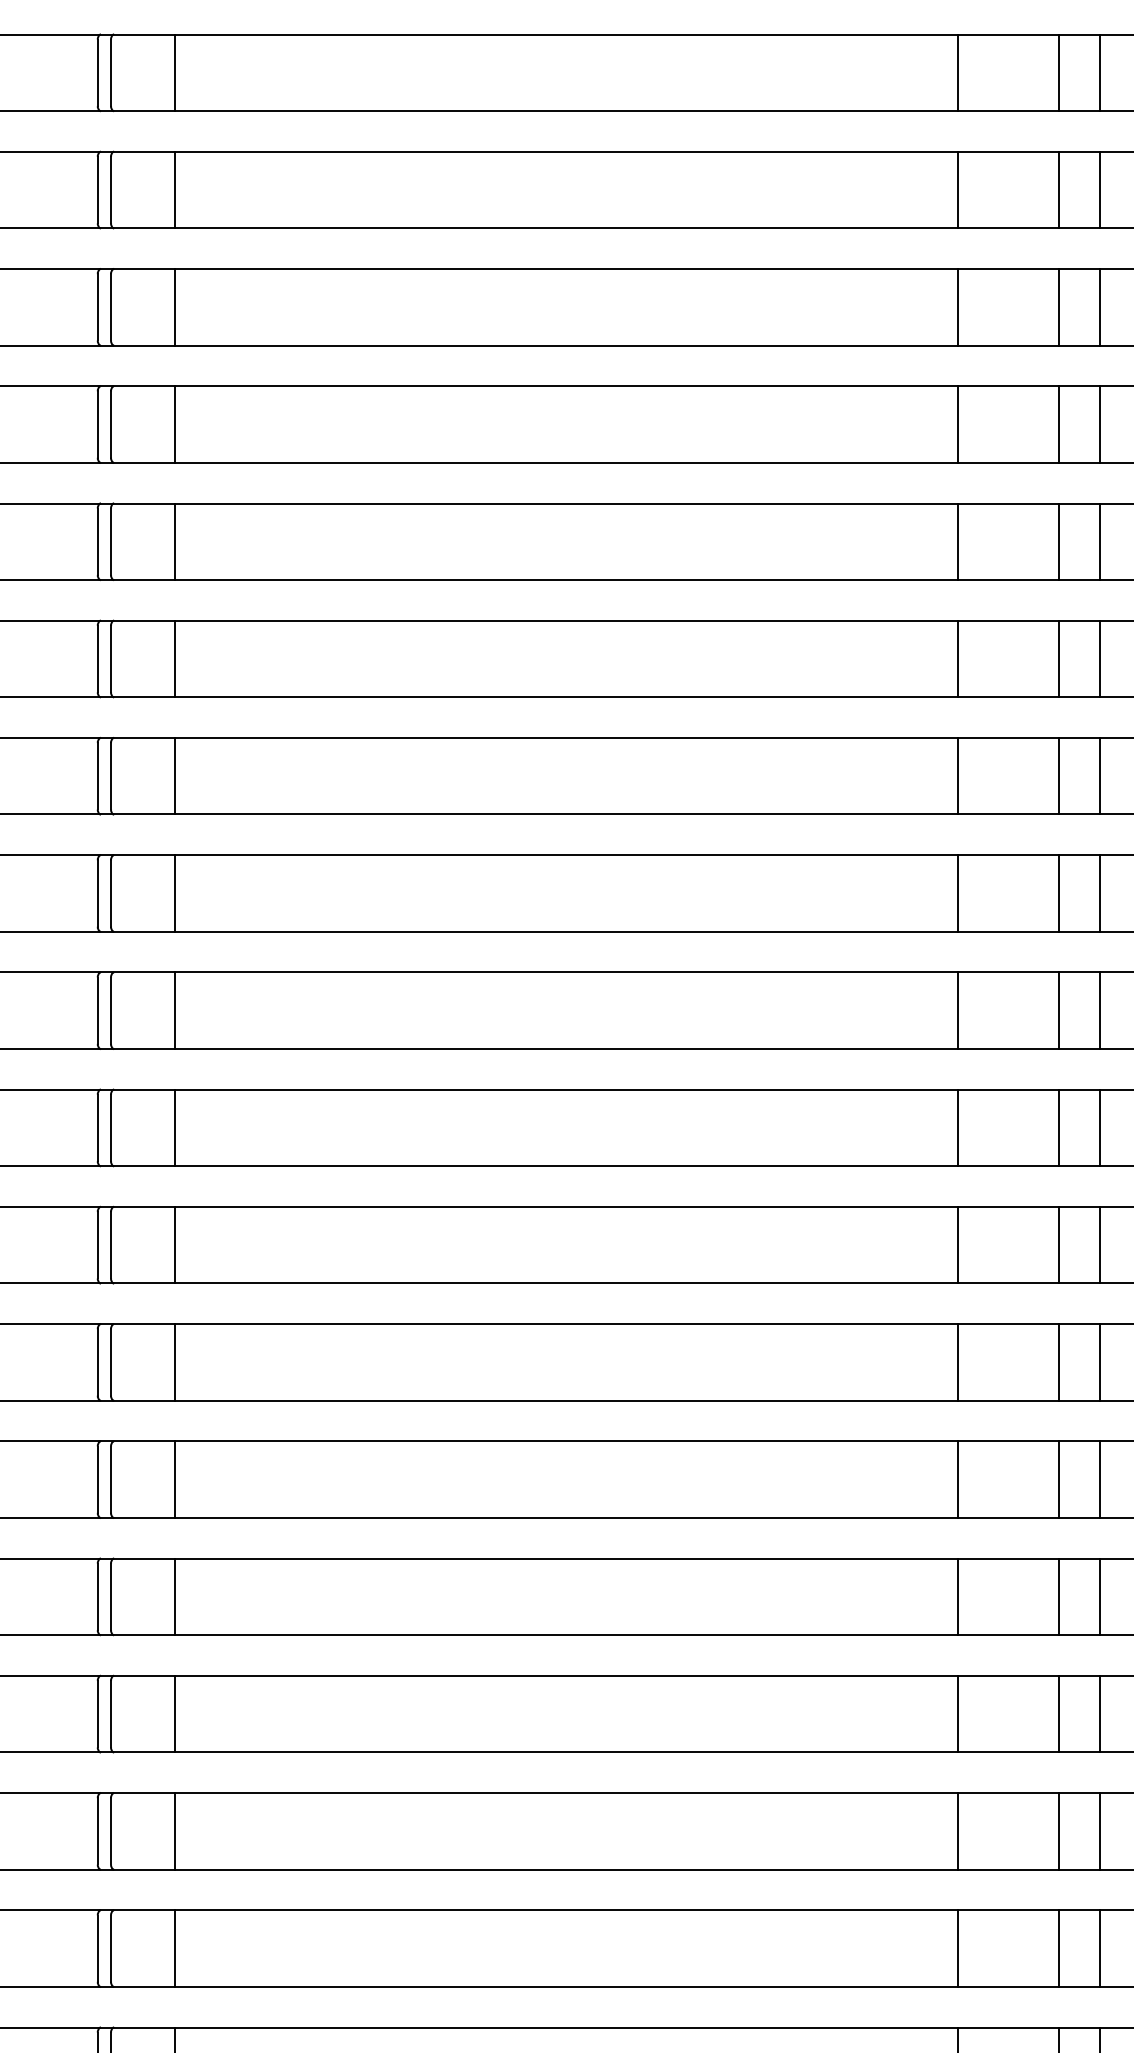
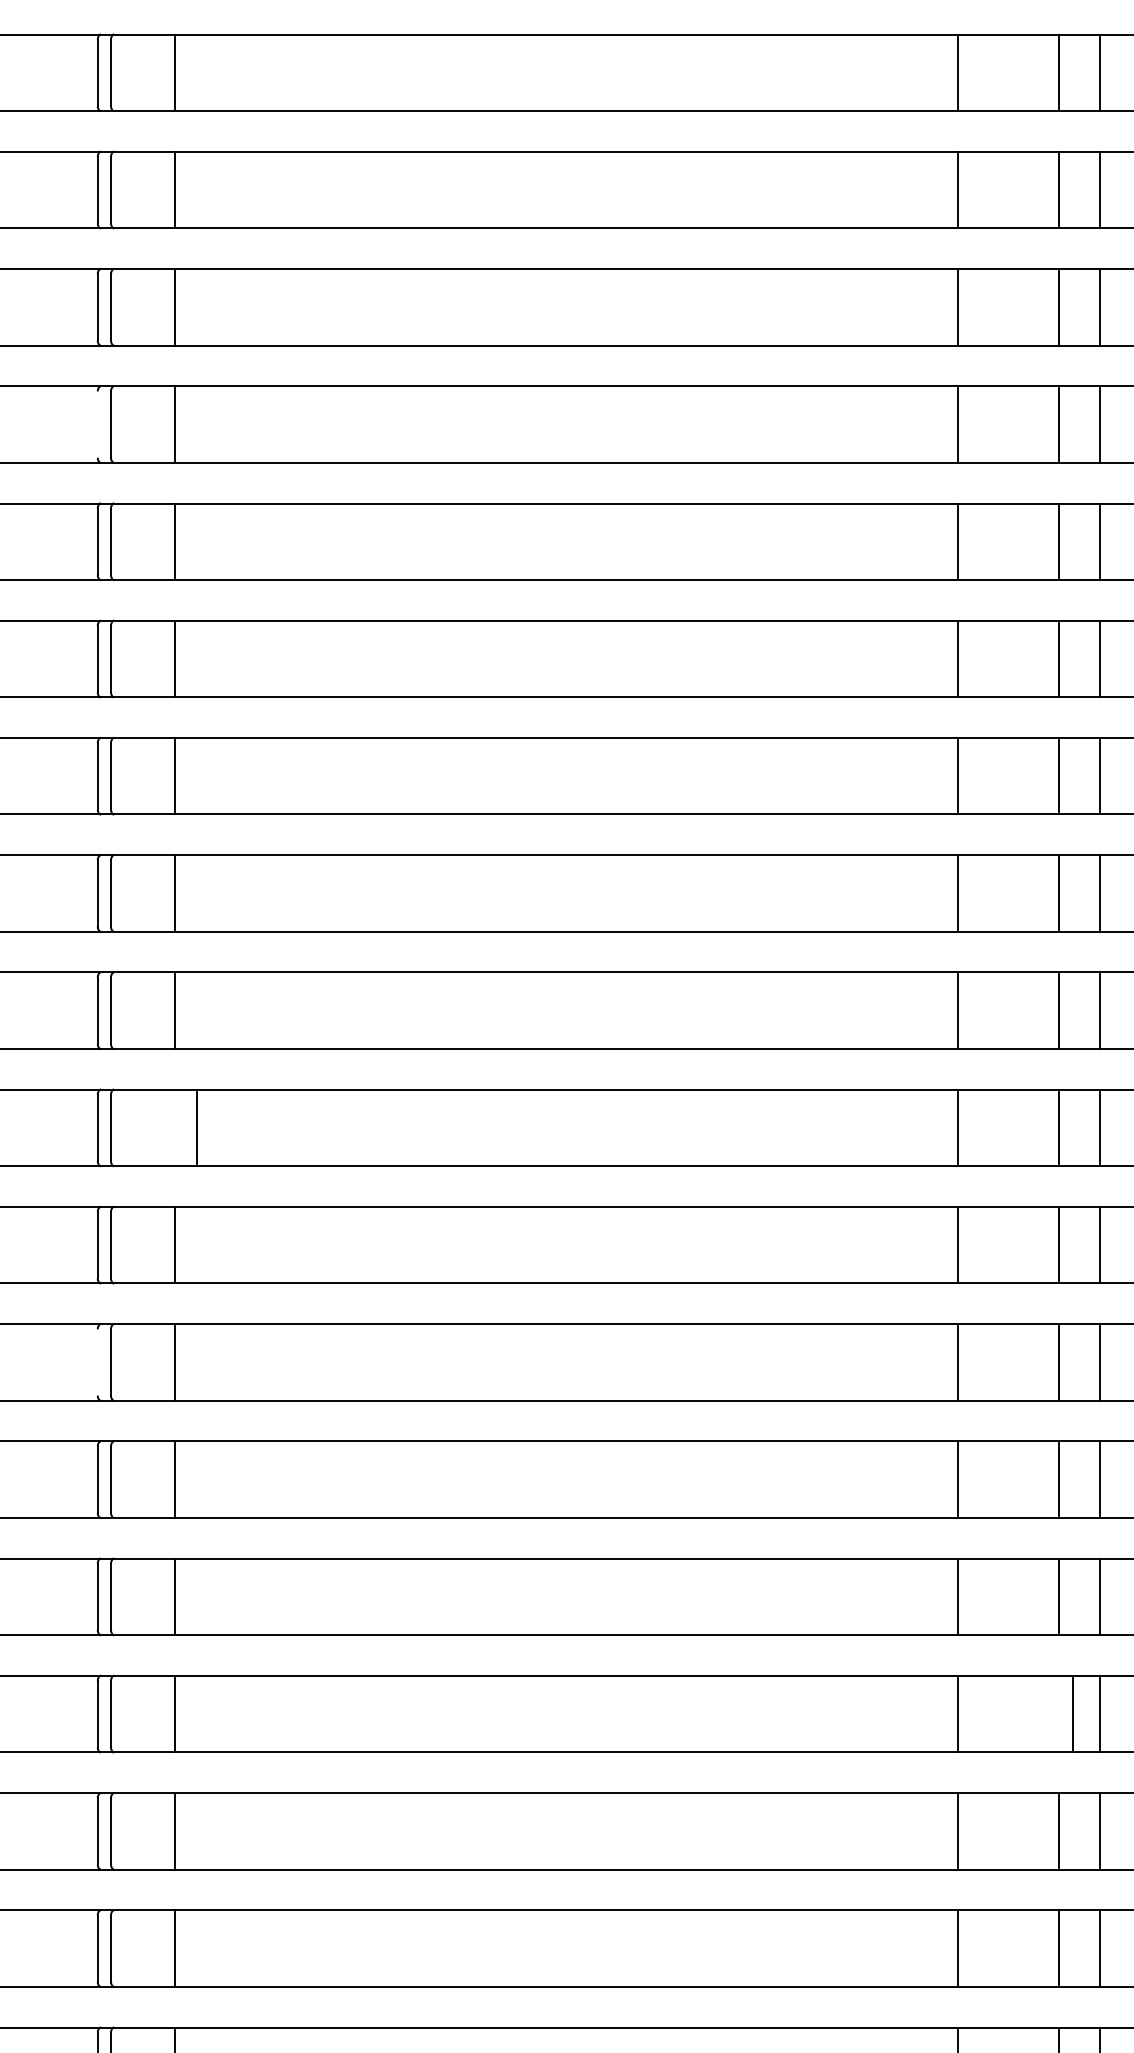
line at (97, 424): present -> none
line at (174, 1127) position: (174, 1127) -> (196, 1127)
line at (97, 1362): present -> none
line at (1058, 1713) position: (1058, 1713) -> (1072, 1713)
